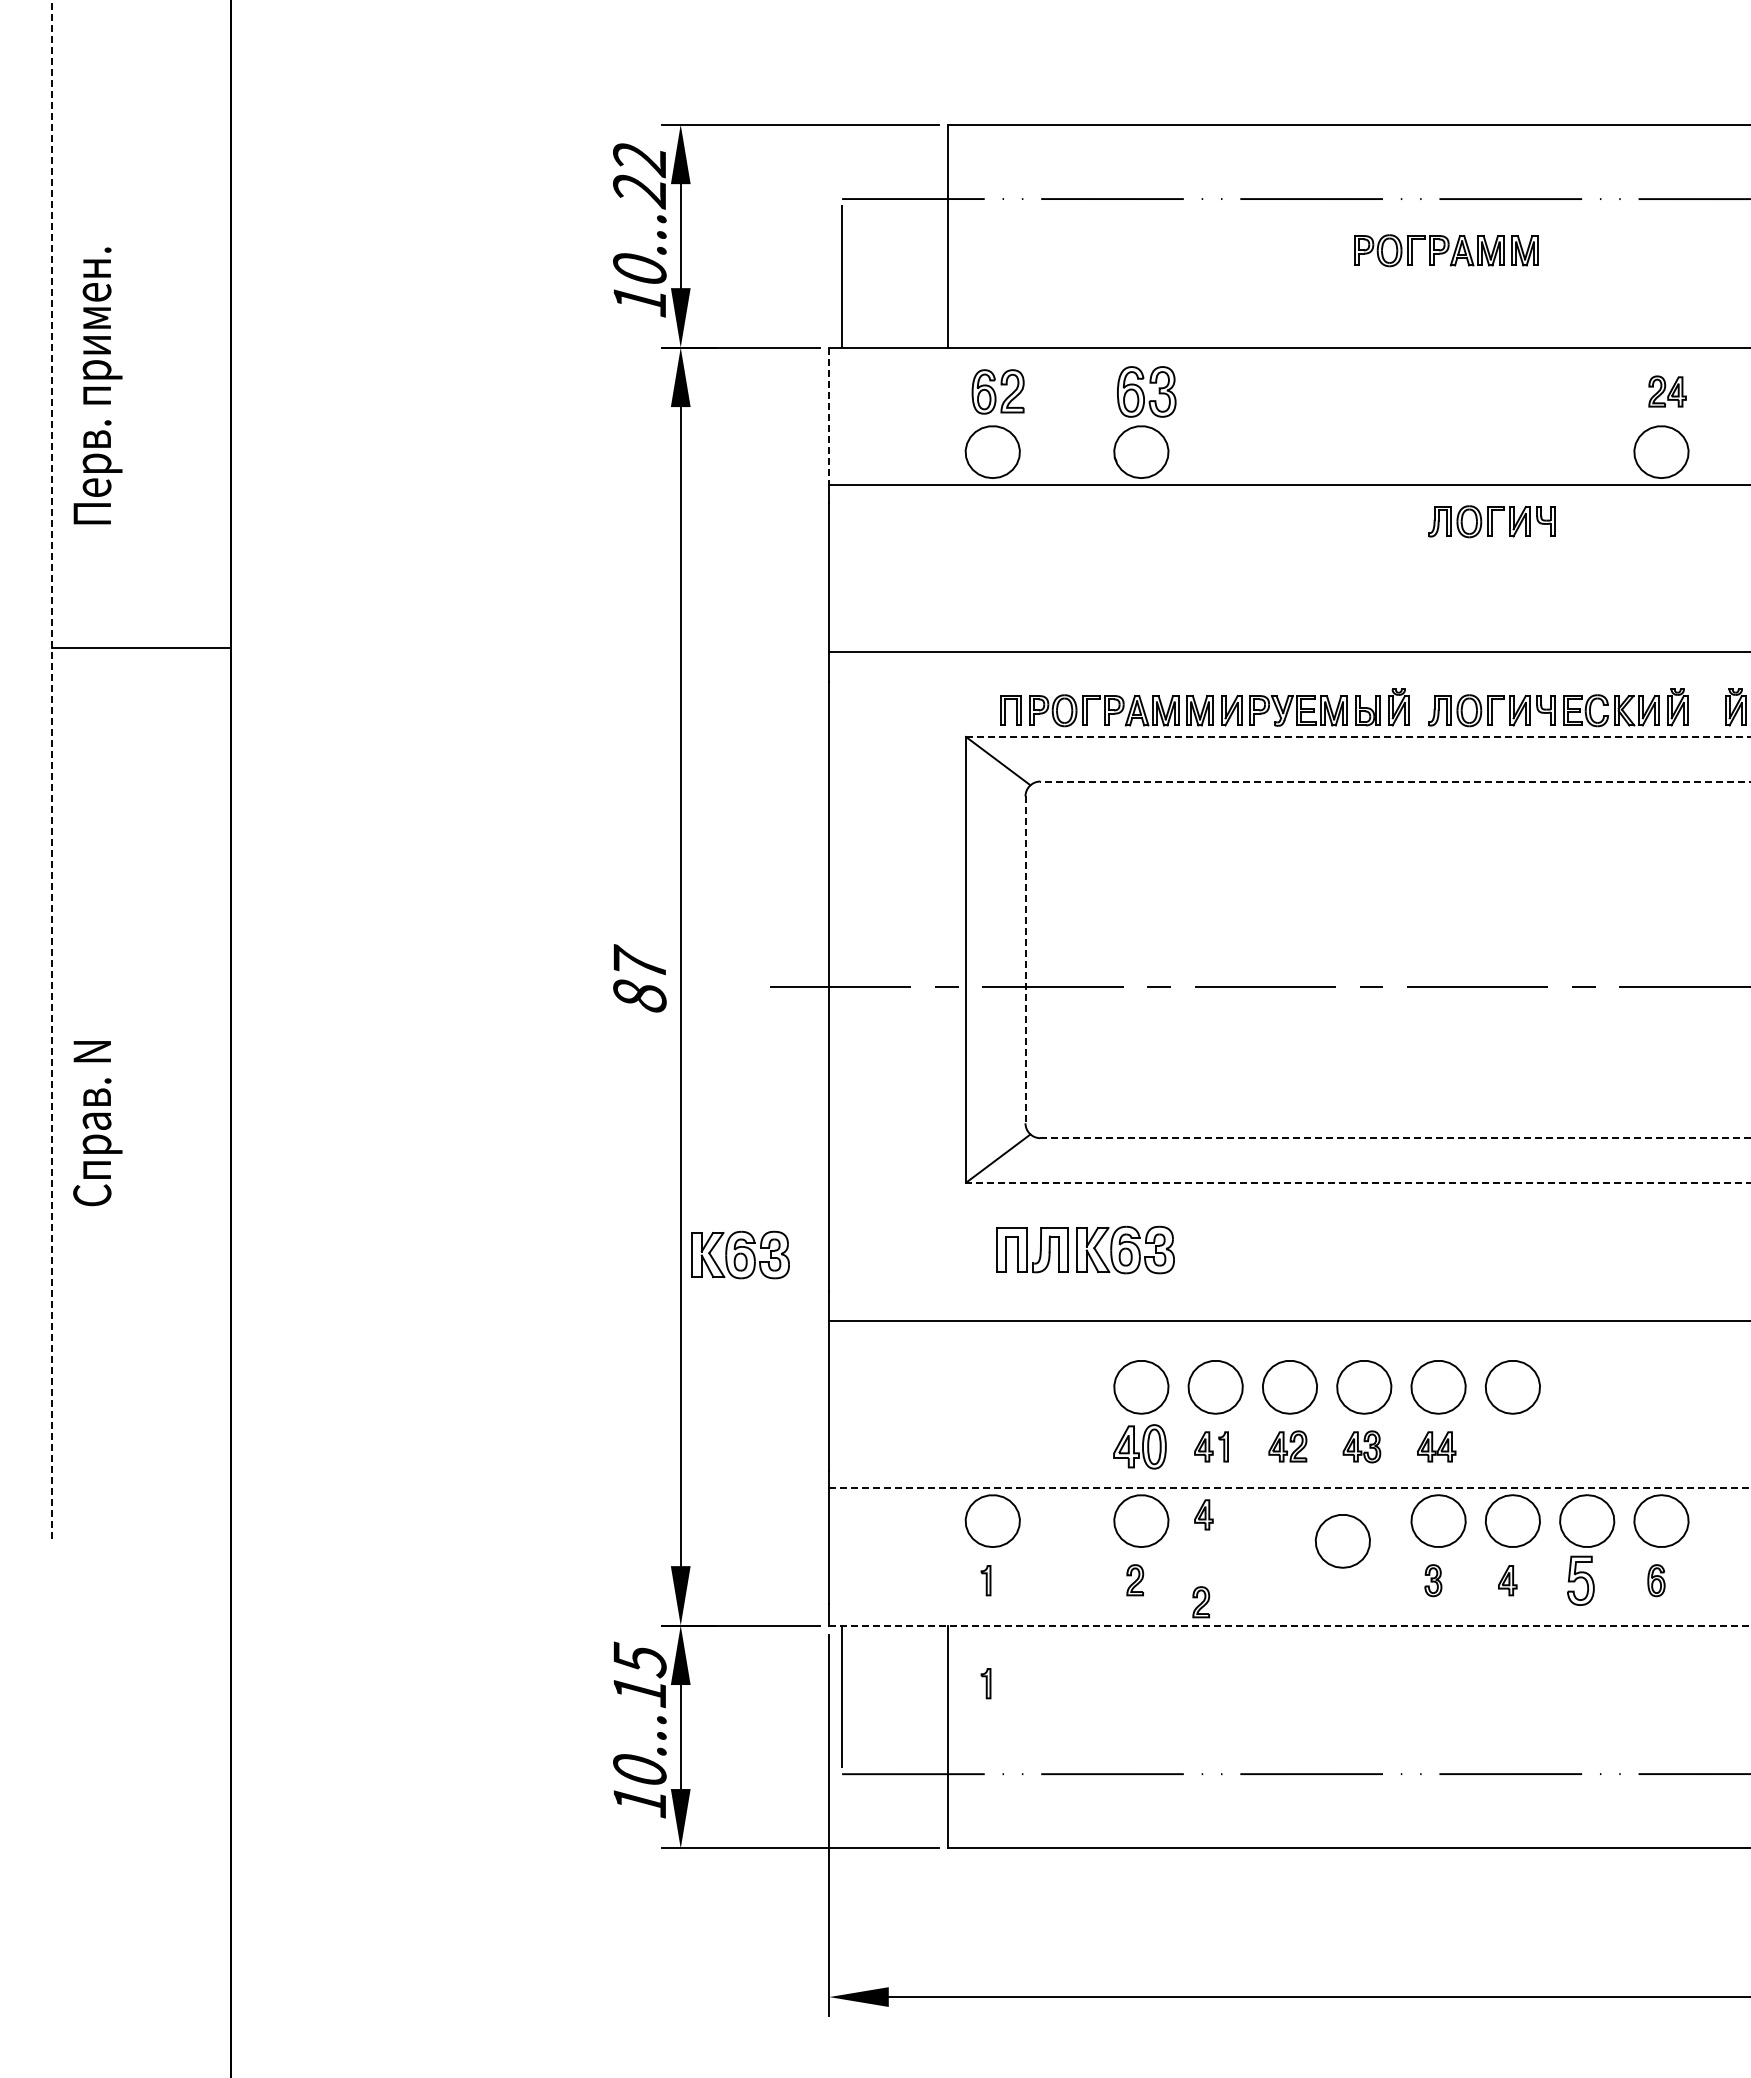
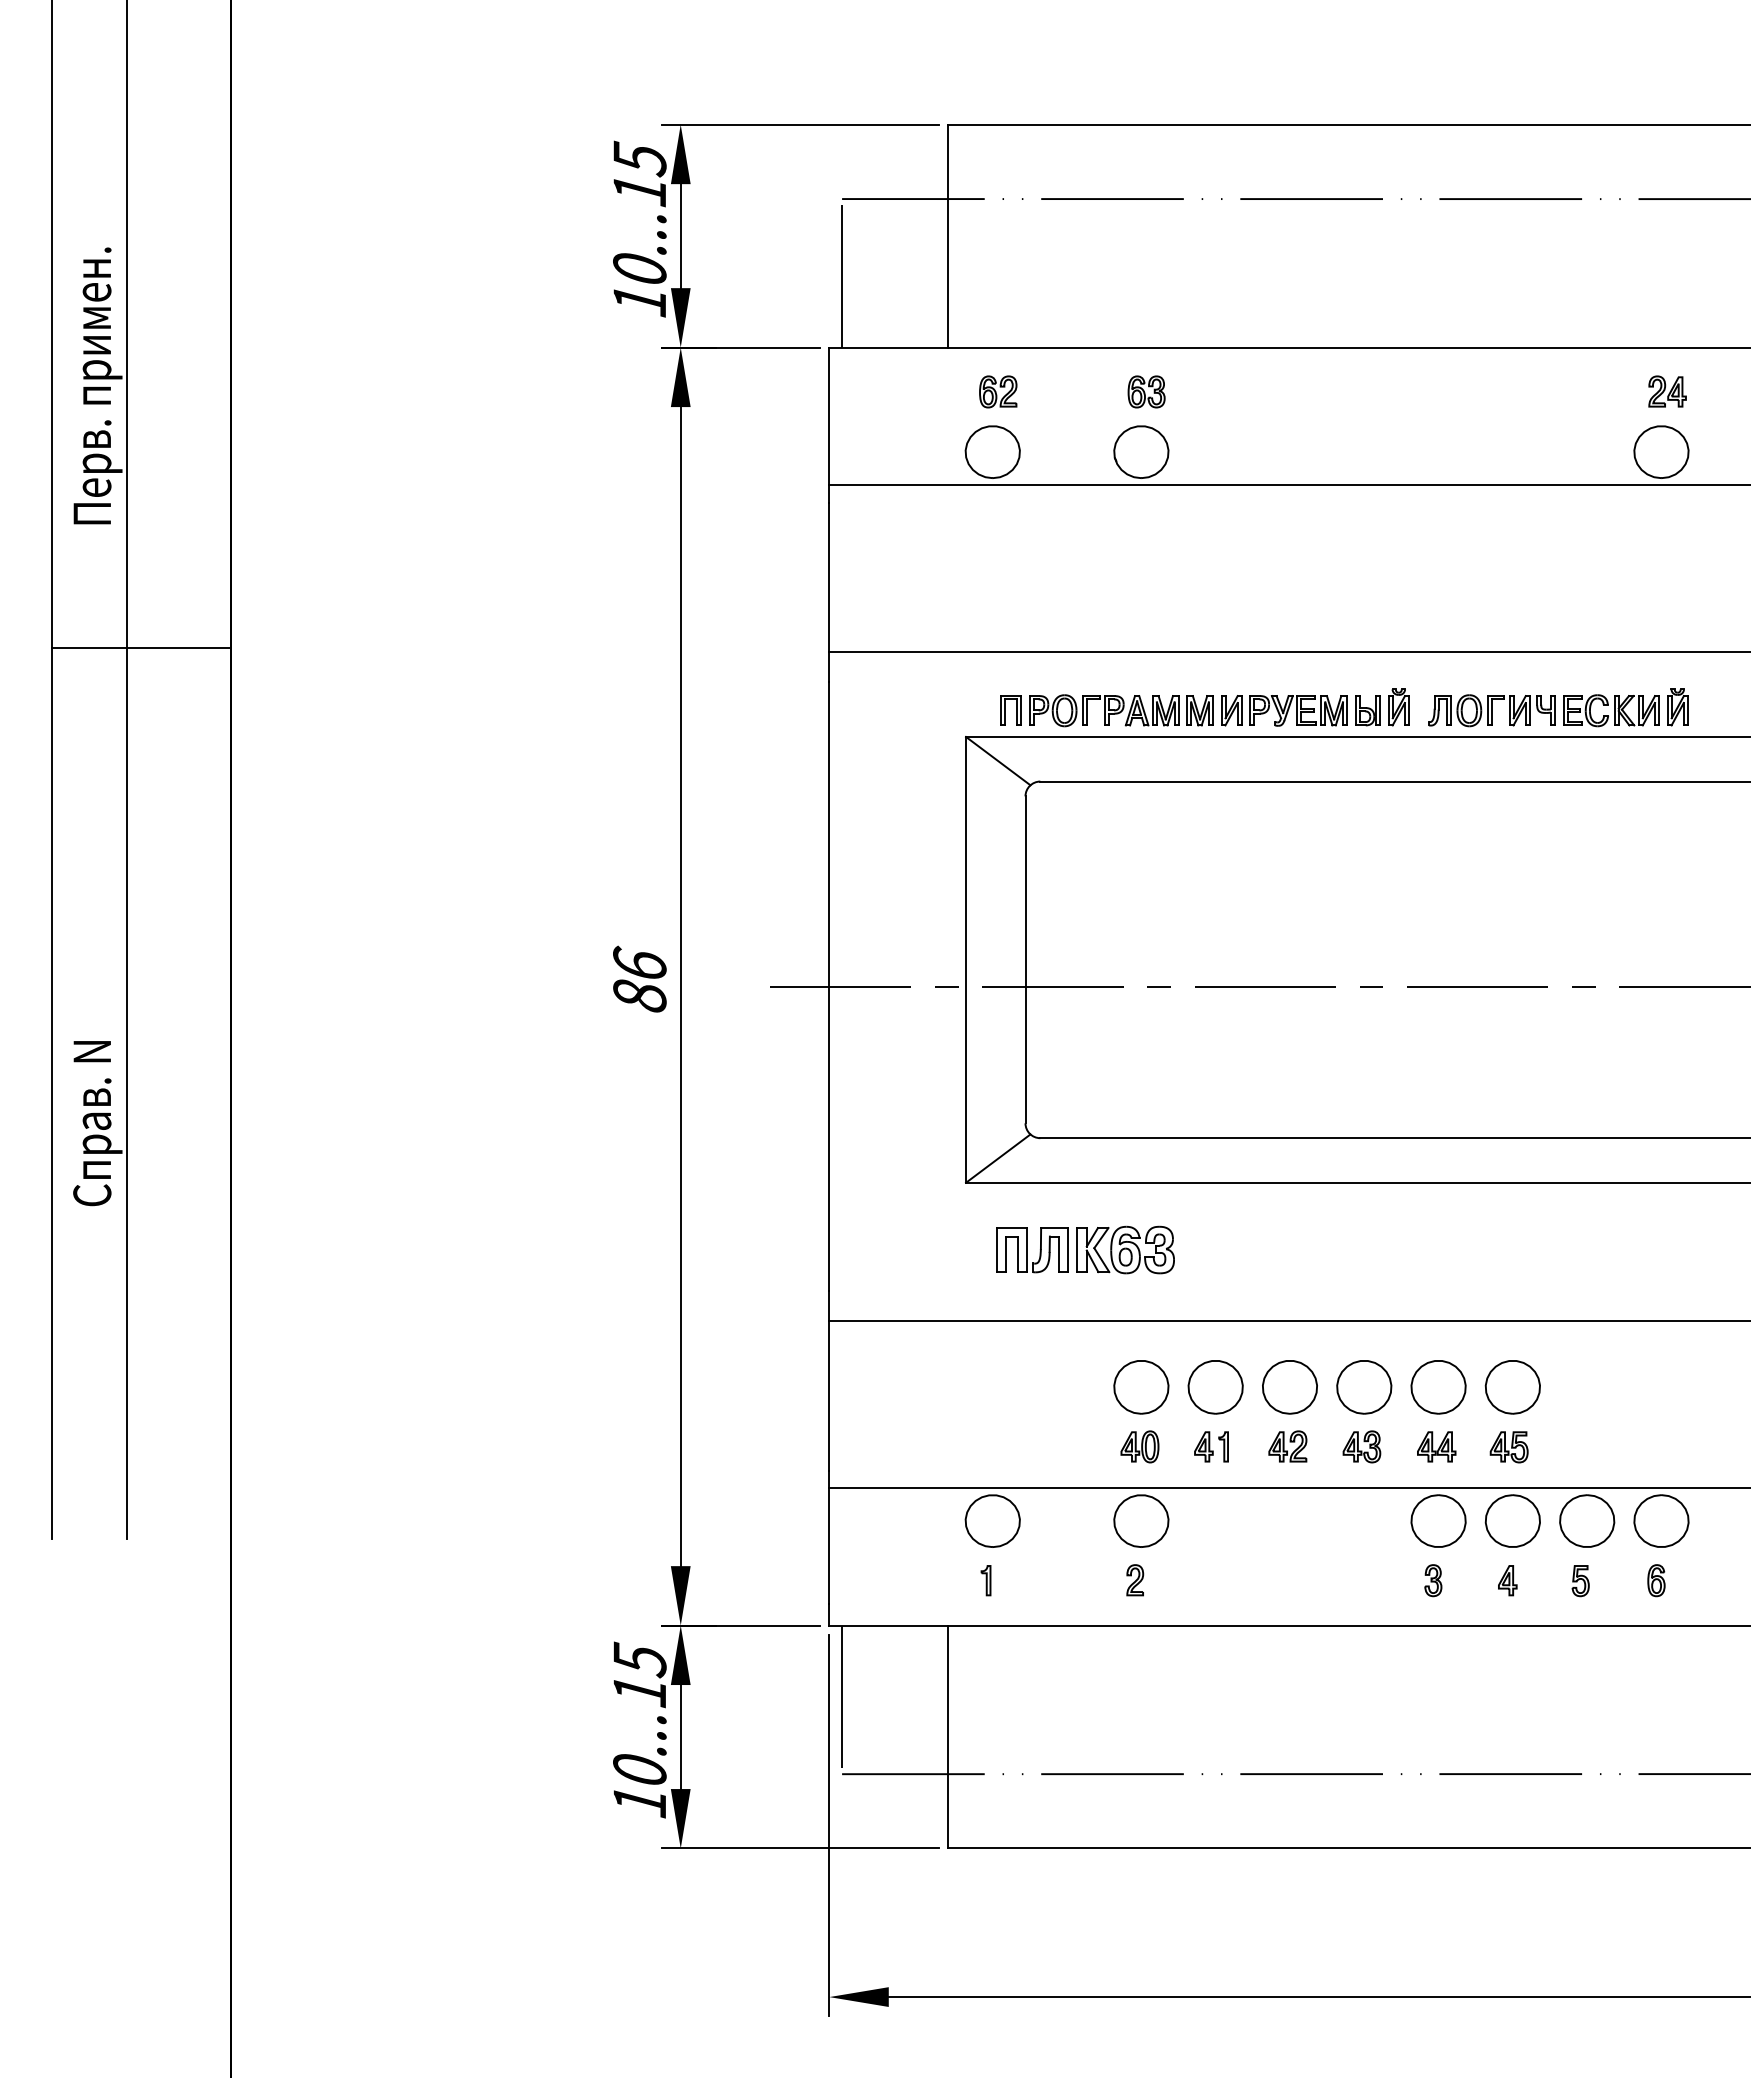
text at (639, 174): 10...22 -> 10...15
part at (1446, 250): present -> none
part at (997, 391) size: 54x46 px -> 39x34 px
part at (1146, 391) size: 60x52 px -> 39x34 px
line at (829, 416): dashed -> solid
part at (1491, 521): present -> none
part at (1735, 707): present -> none
line at (1358, 736): dashed -> solid
line at (52, 769): dashed -> solid
line at (126, 770): none -> present
line at (1395, 781): dashed -> solid
line at (1025, 960): dashed -> solid
text at (639, 961): 87 -> 86
line at (1395, 1138): dashed -> solid
line at (1358, 1182): dashed -> solid
part at (740, 1254): present -> none
part at (1139, 1446) size: 54x46 px -> 40x34 px
part at (1508, 1447): none -> present
line at (1290, 1488): dashed -> solid
part at (1203, 1514): present -> none
part at (1342, 1541): present -> none
part at (1580, 1580) size: 28x51 px -> 19x33 px
part at (1201, 1602): present -> none
line at (1290, 1625): dashed -> solid
part at (985, 1683): present -> none
